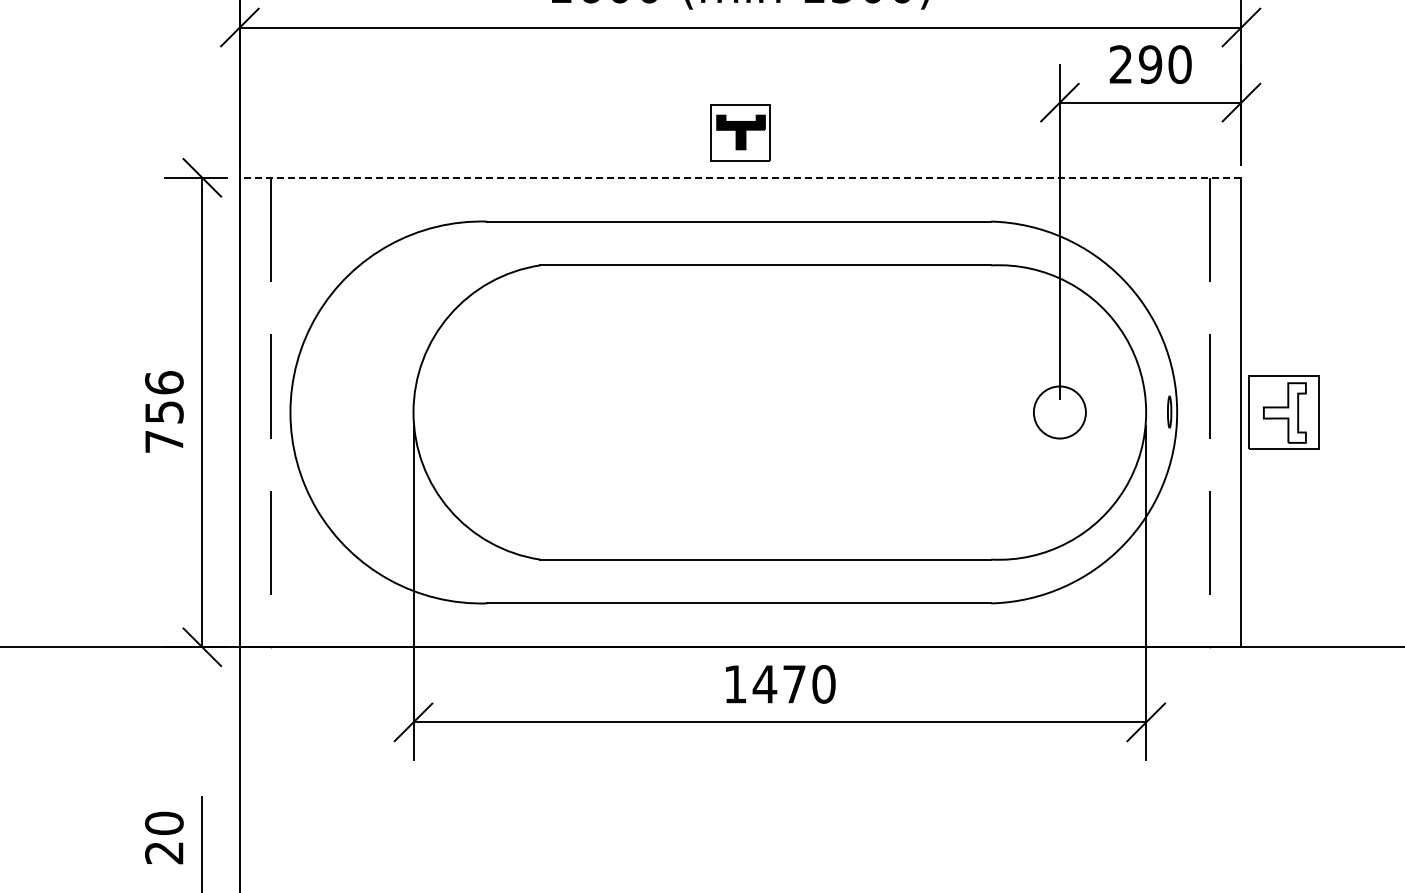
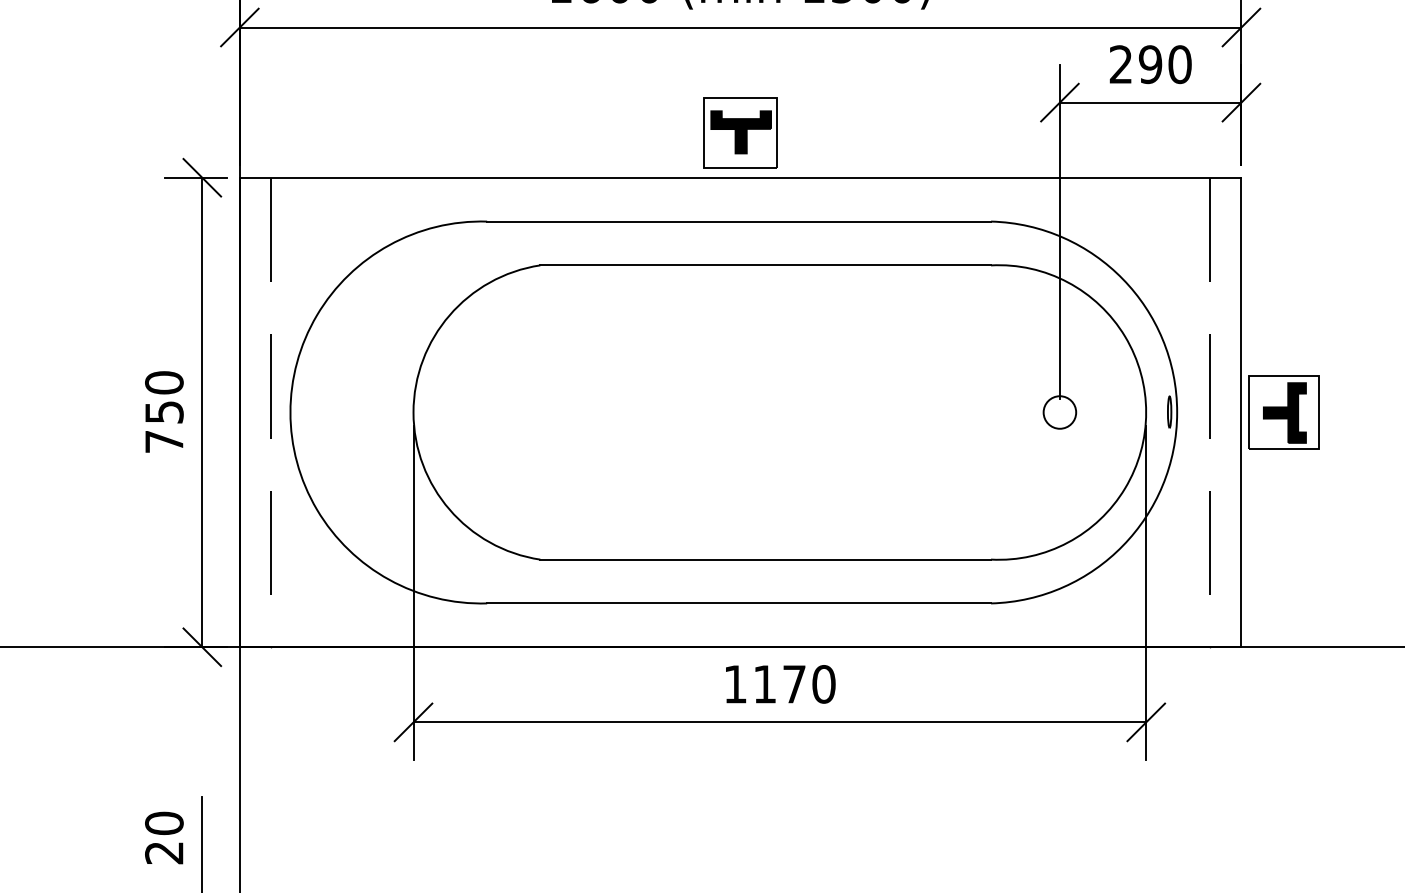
part at (740, 132) size: 61x58 px -> 75x72 px
line at (740, 177): dashed -> solid
text at (164, 382): 756 -> 750
circle at (1059, 412) diameter: 52 px -> 33 px
fill at (1284, 412): none -> present
text at (764, 684): 1470 -> 1170
